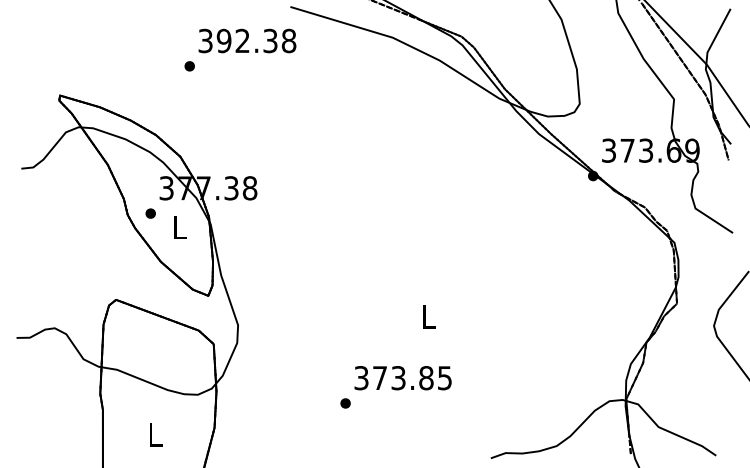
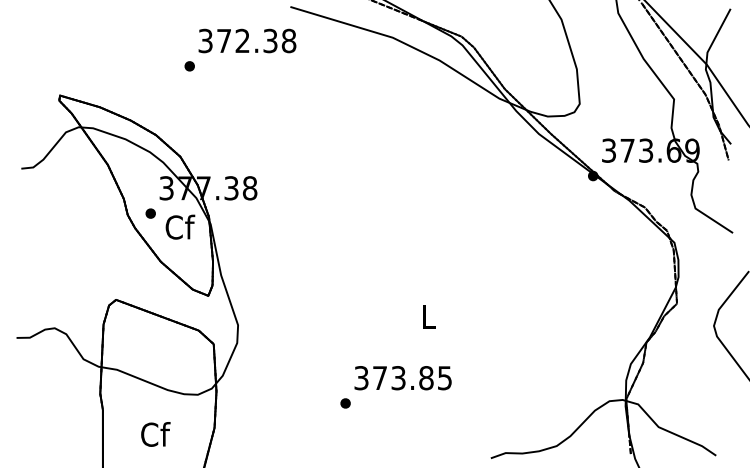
text at (223, 40): 392.38 -> 372.38
text at (180, 226): L -> Cf
text at (155, 434): L -> Cf
